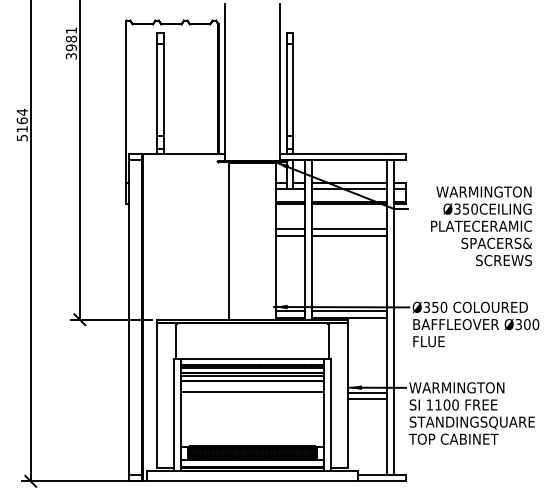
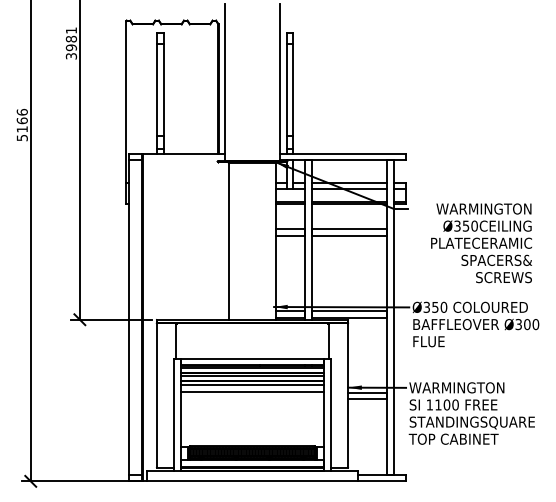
text at (21, 111): 5164 -> 5166
text at (481, 226) position: (481, 226) -> (481, 243)
line at (252, 384): none -> present
